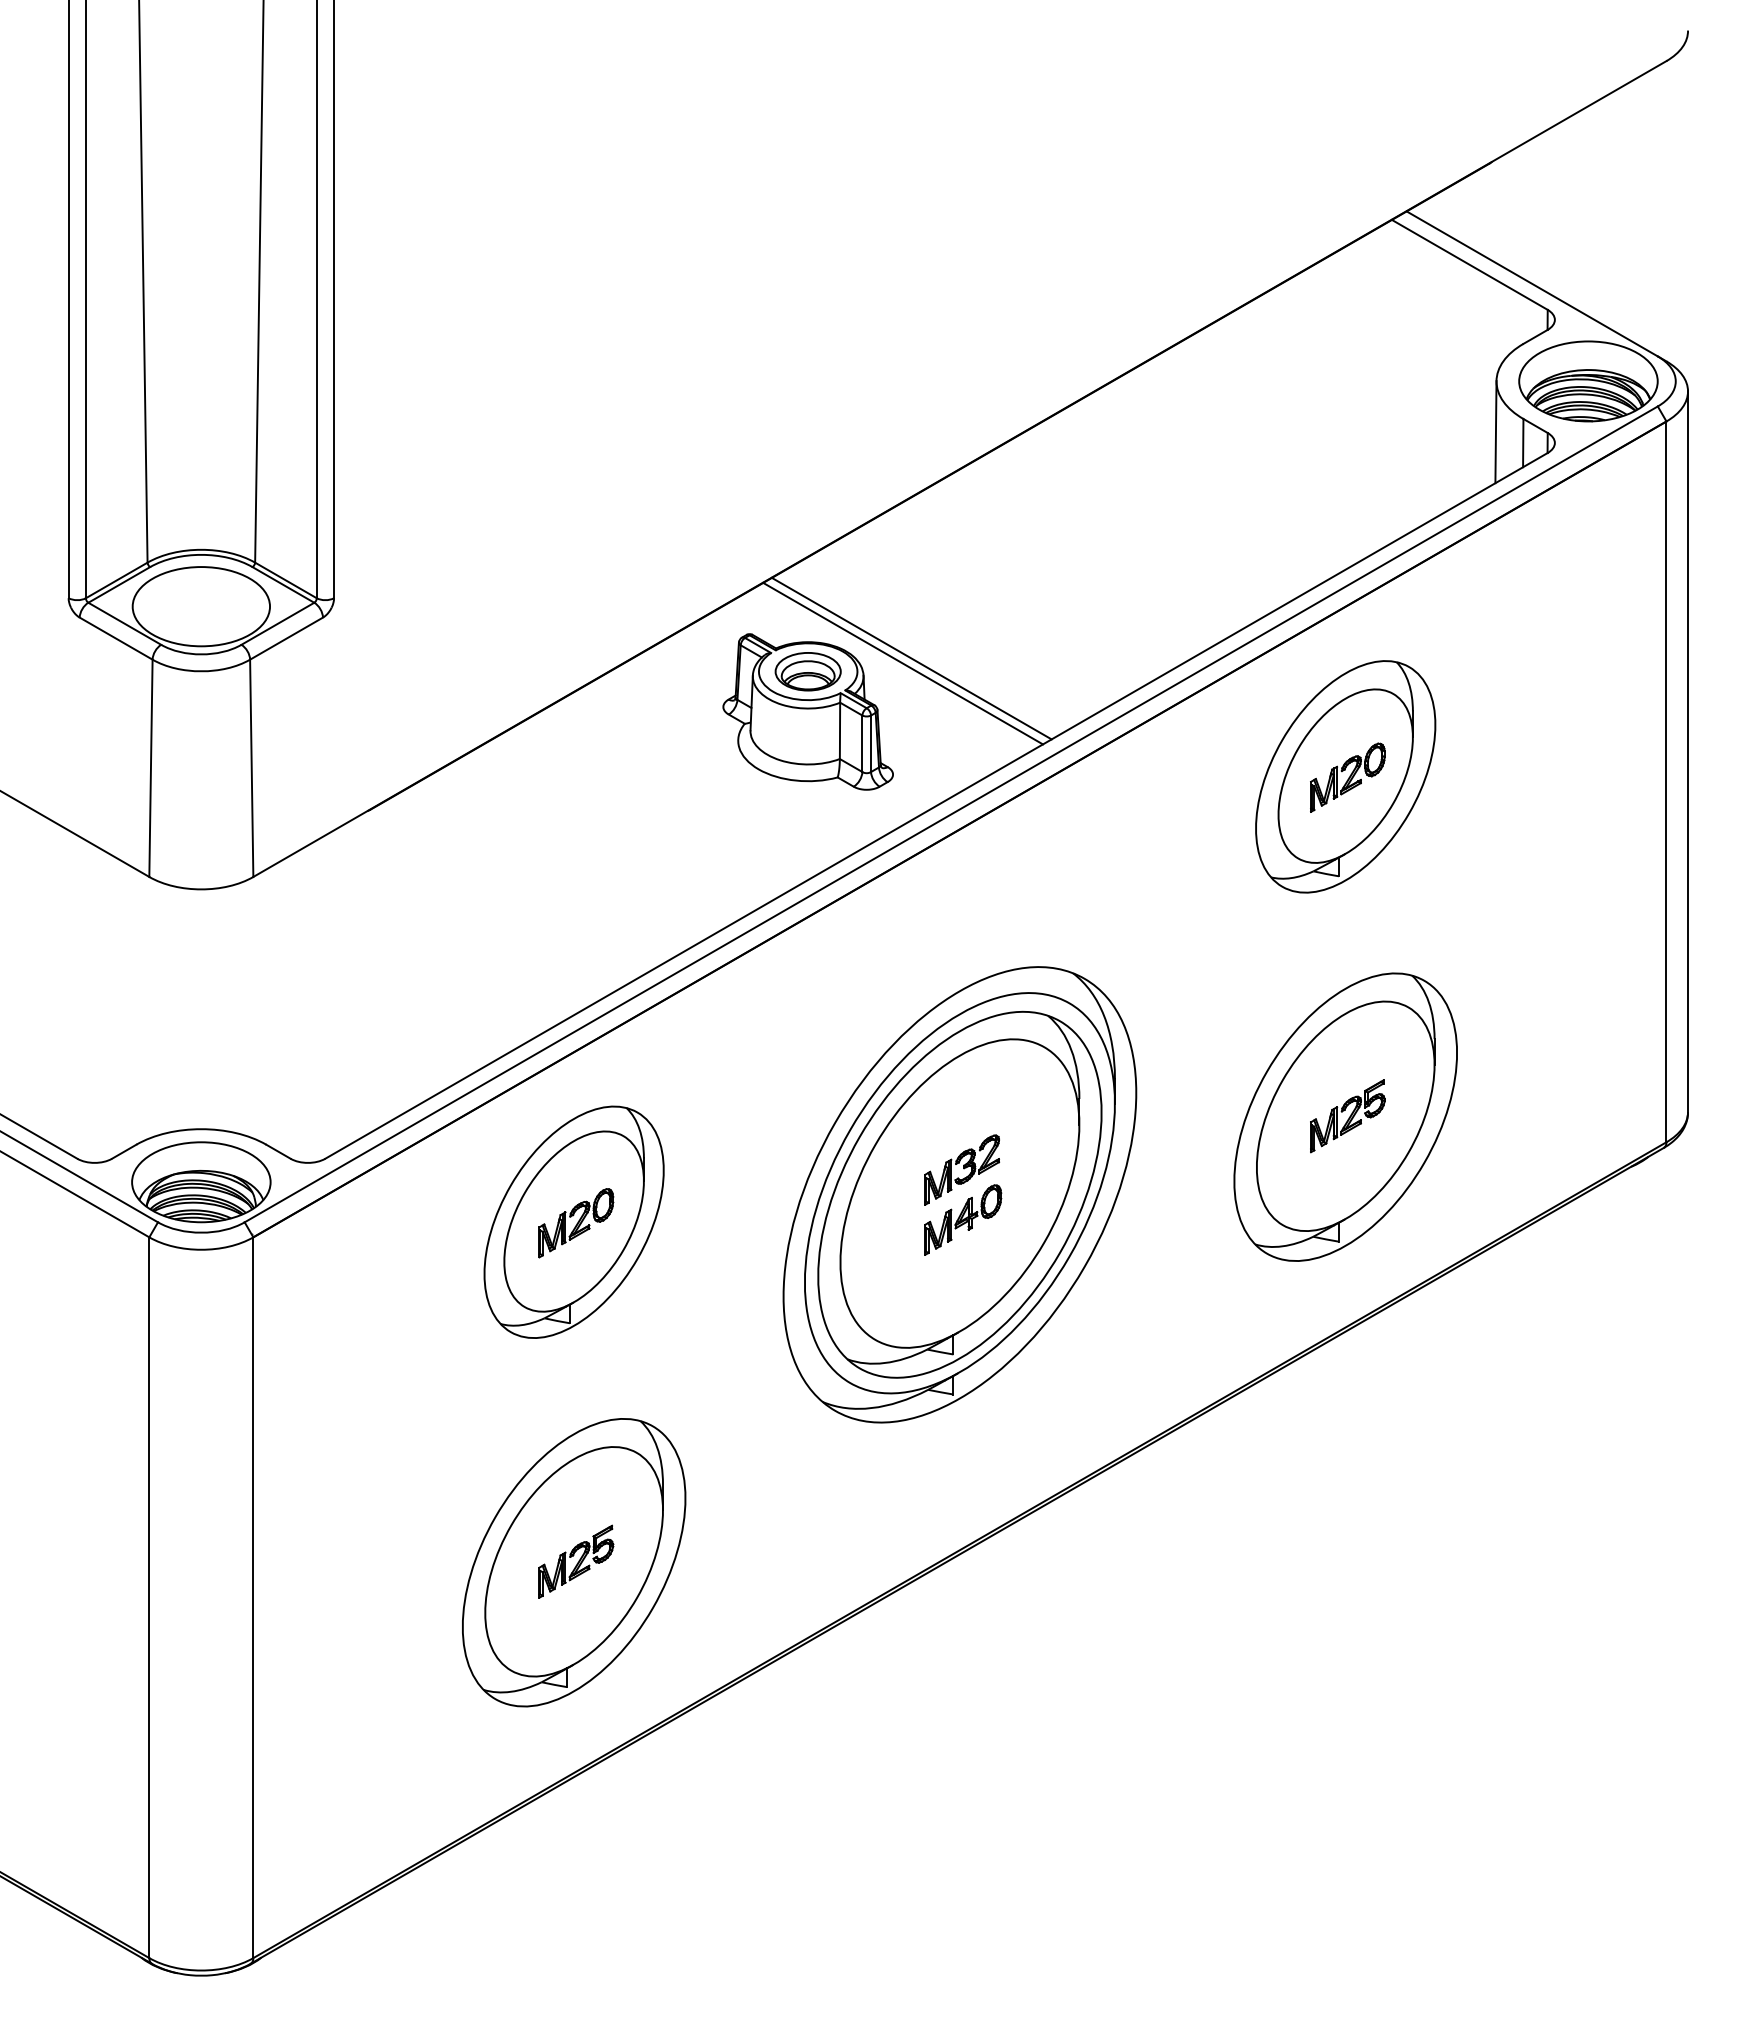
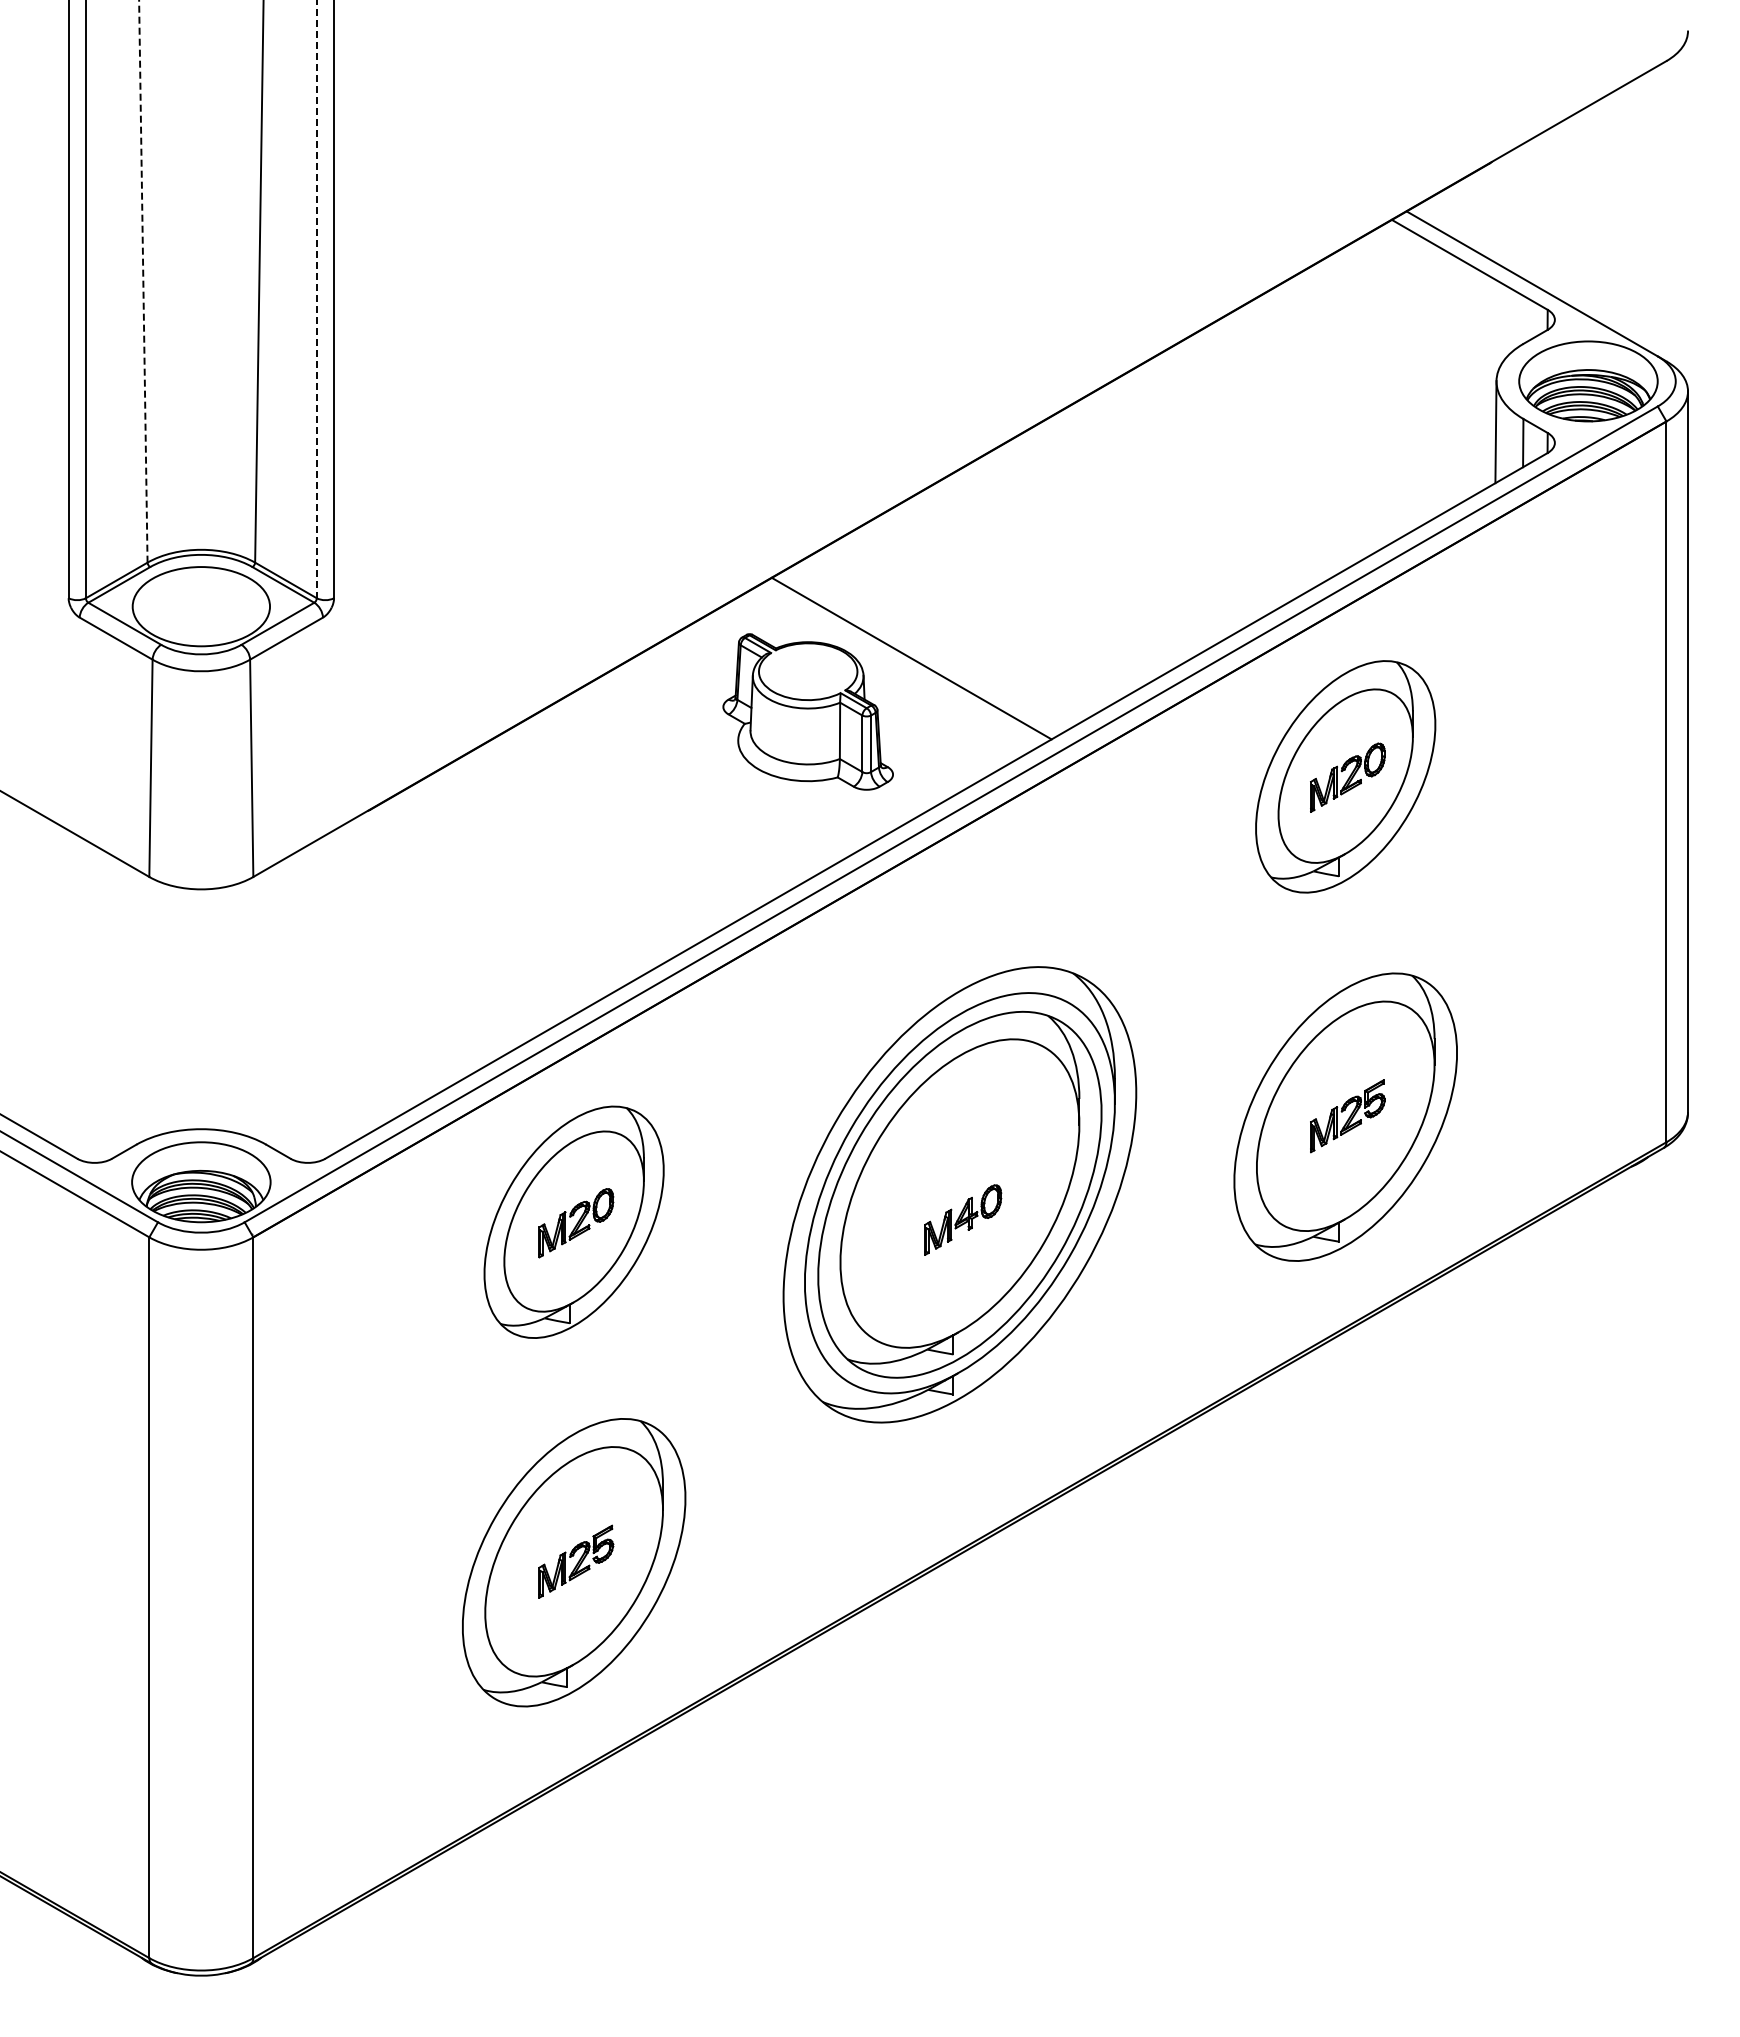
line at (143, 281): solid -> dashed
line at (316, 299): solid -> dashed
line at (903, 663): present -> none
part at (807, 671): present -> none
part at (962, 1169): present -> none
